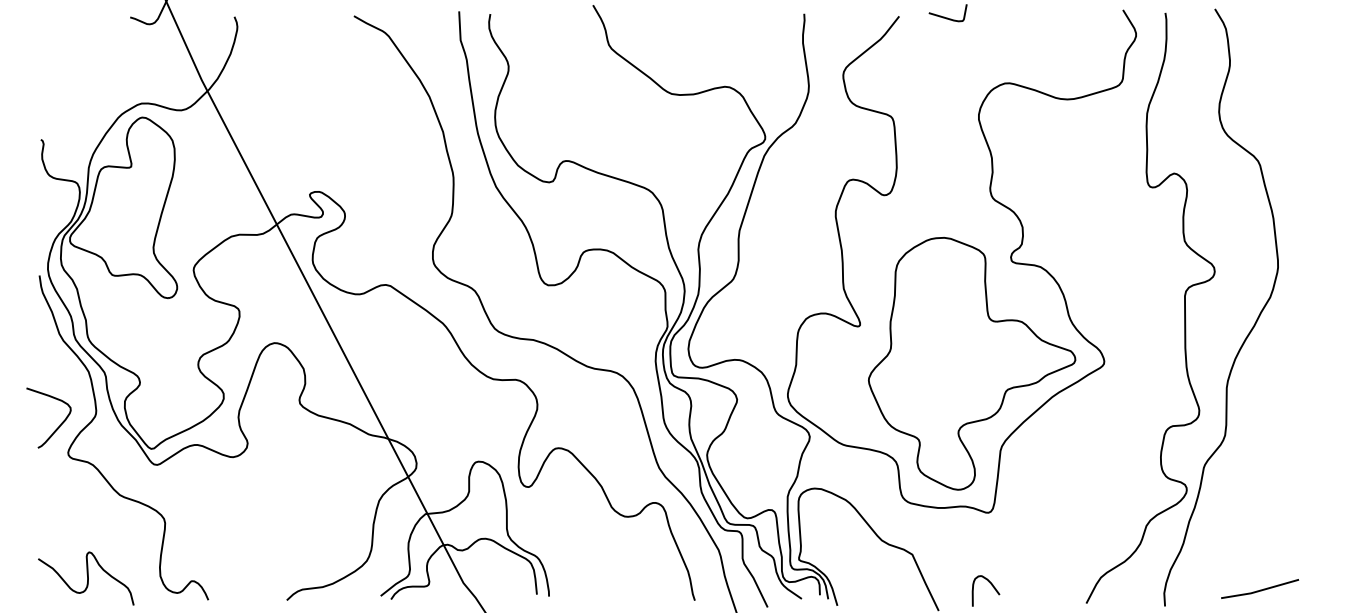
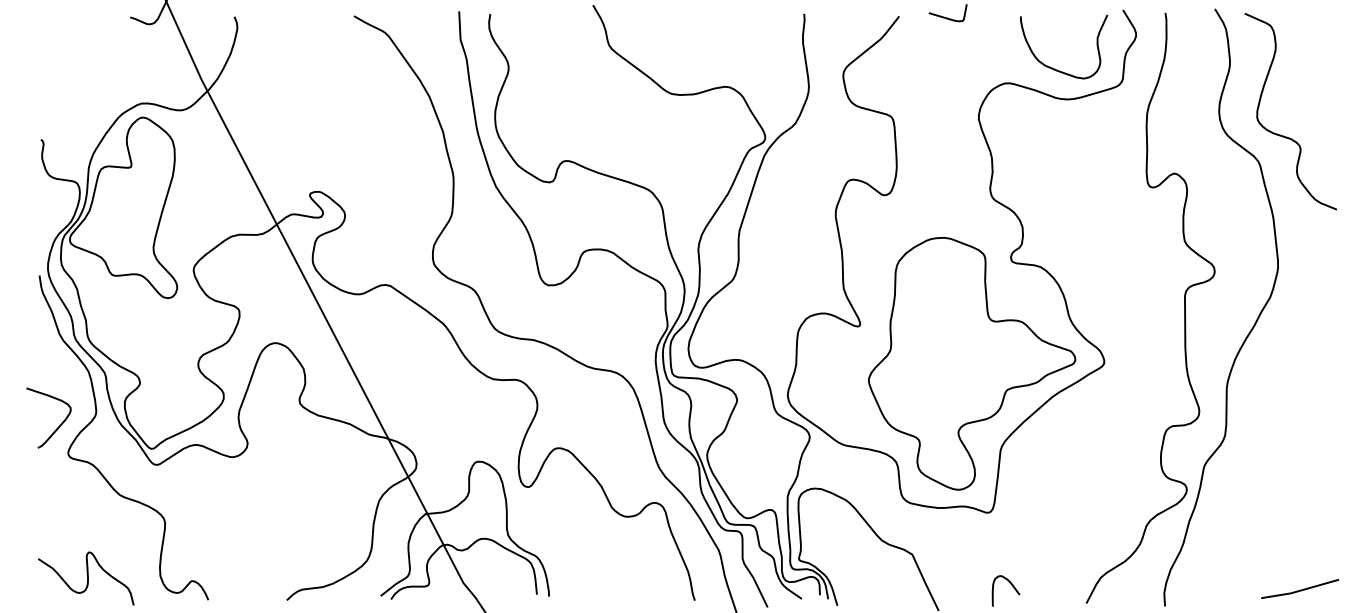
curve at (1057, 69): none -> present
curve at (1283, 135): none -> present
curve at (990, 584) position: (990, 584) -> (1010, 584)
line at (1260, 589) position: (1260, 589) -> (1300, 589)
